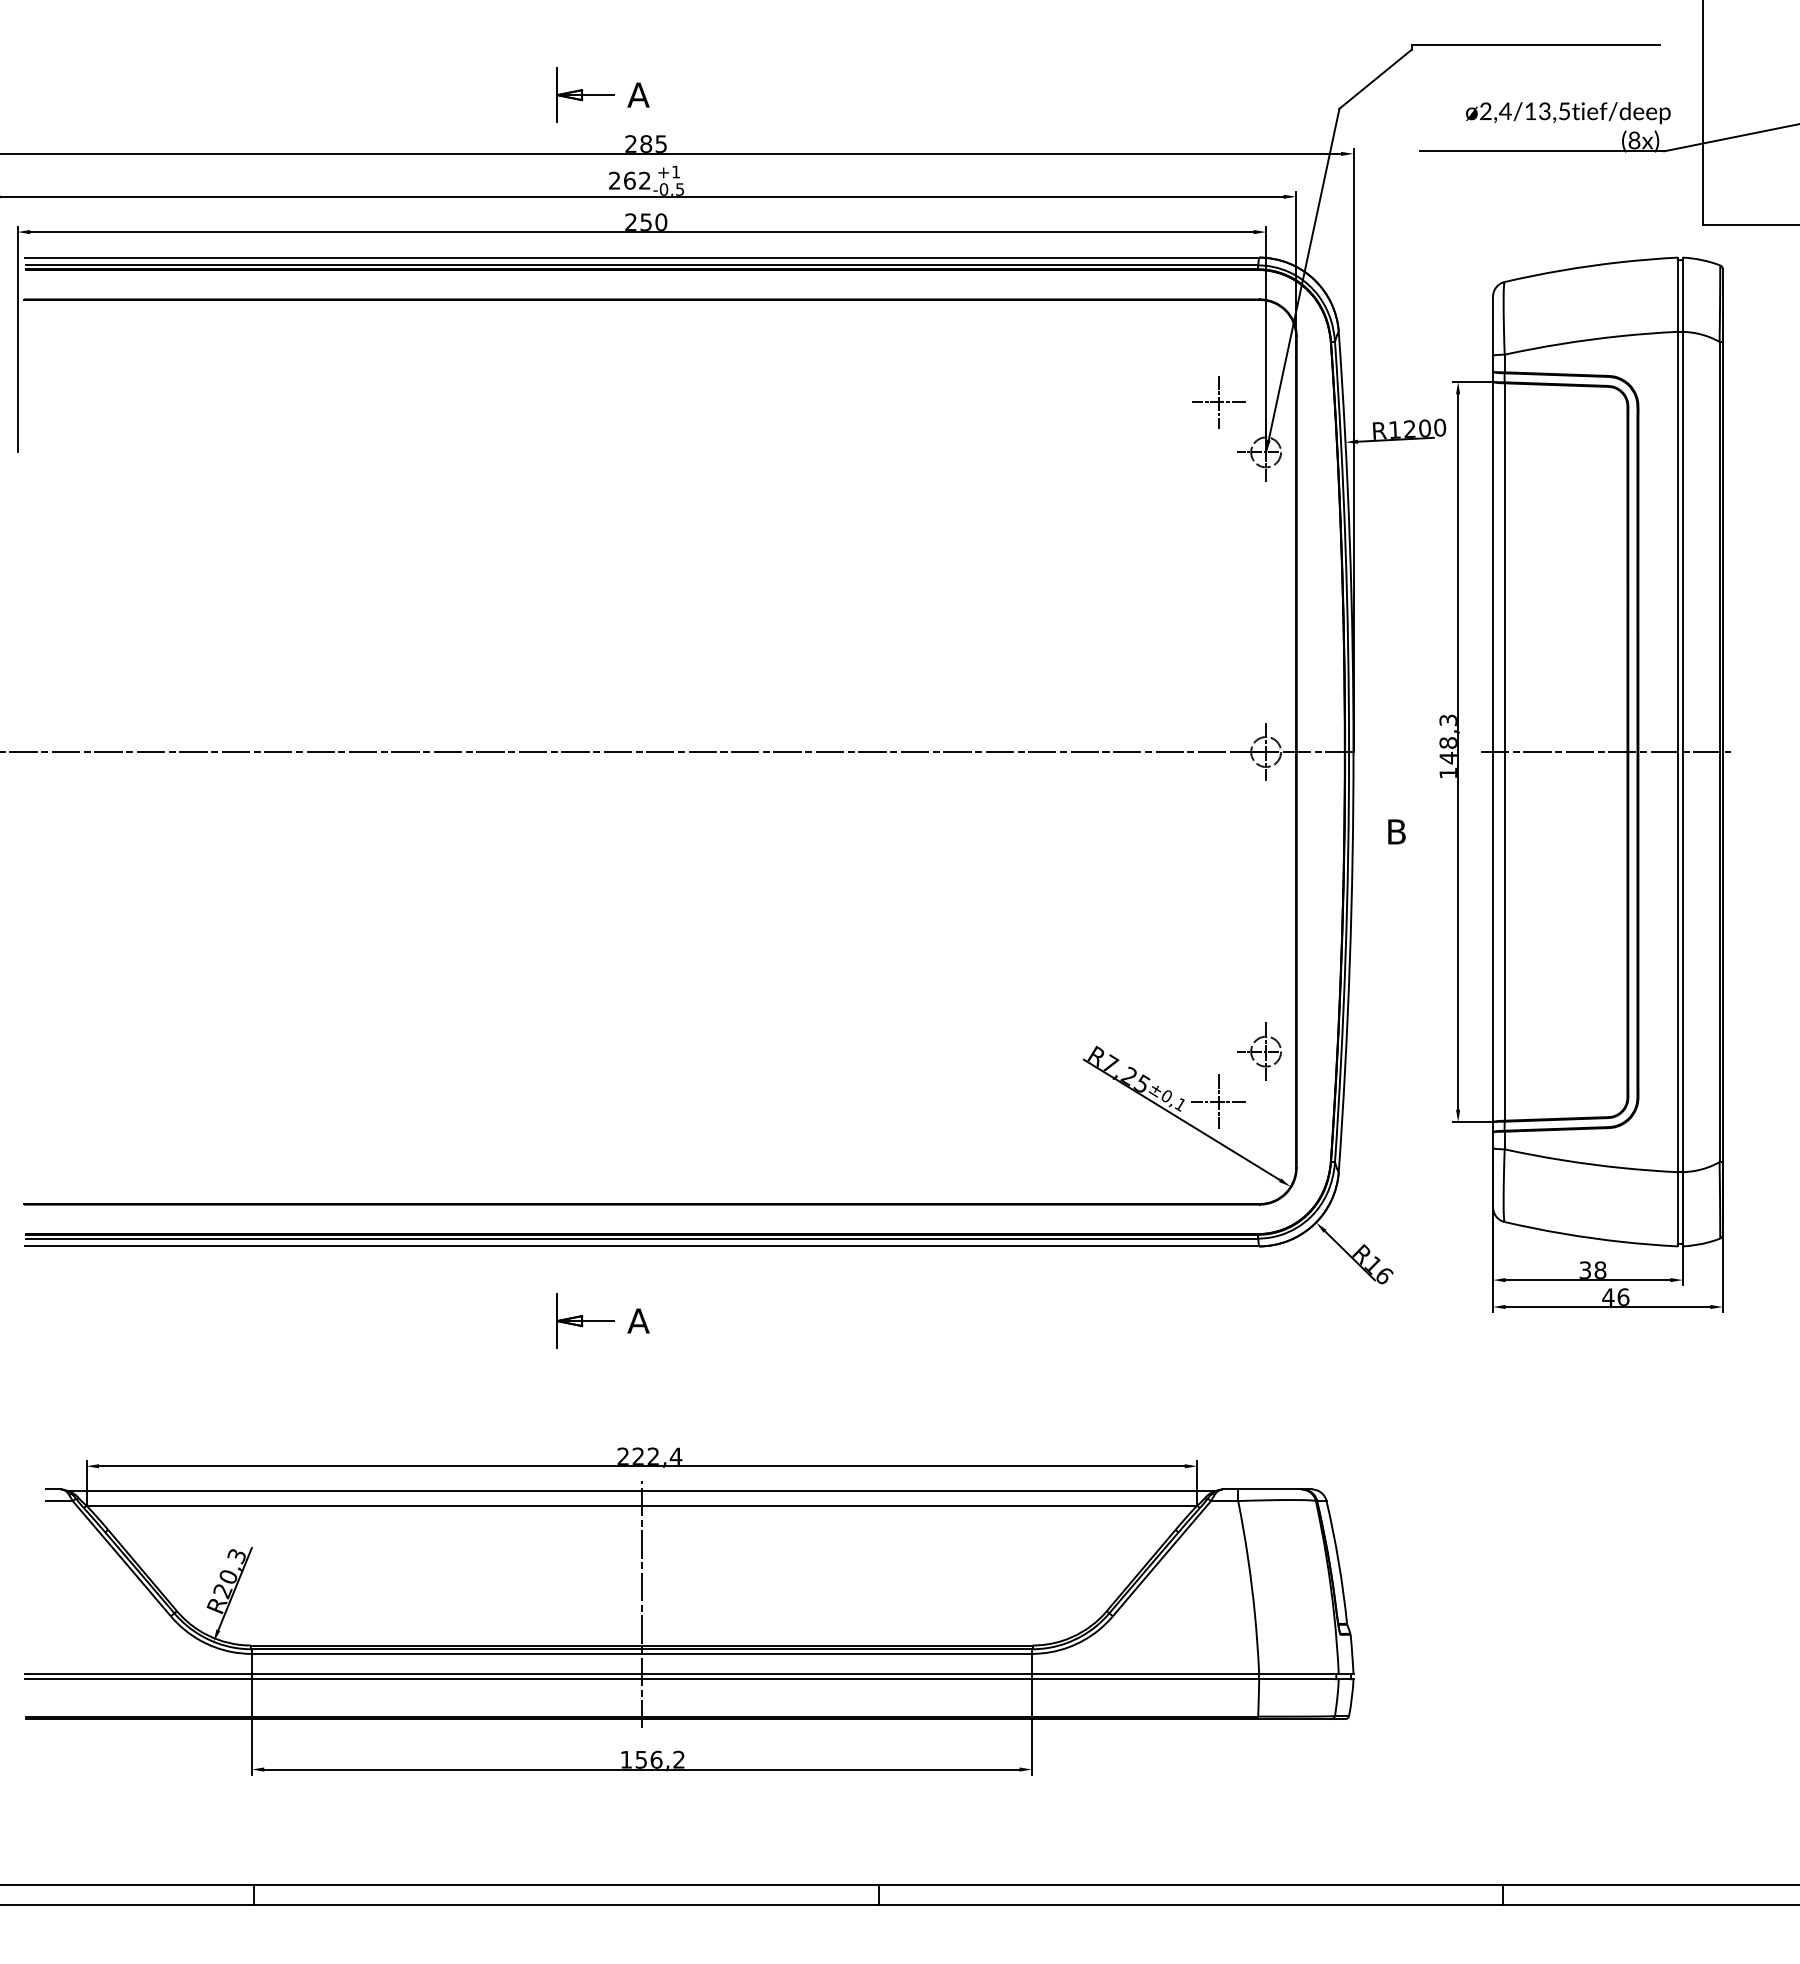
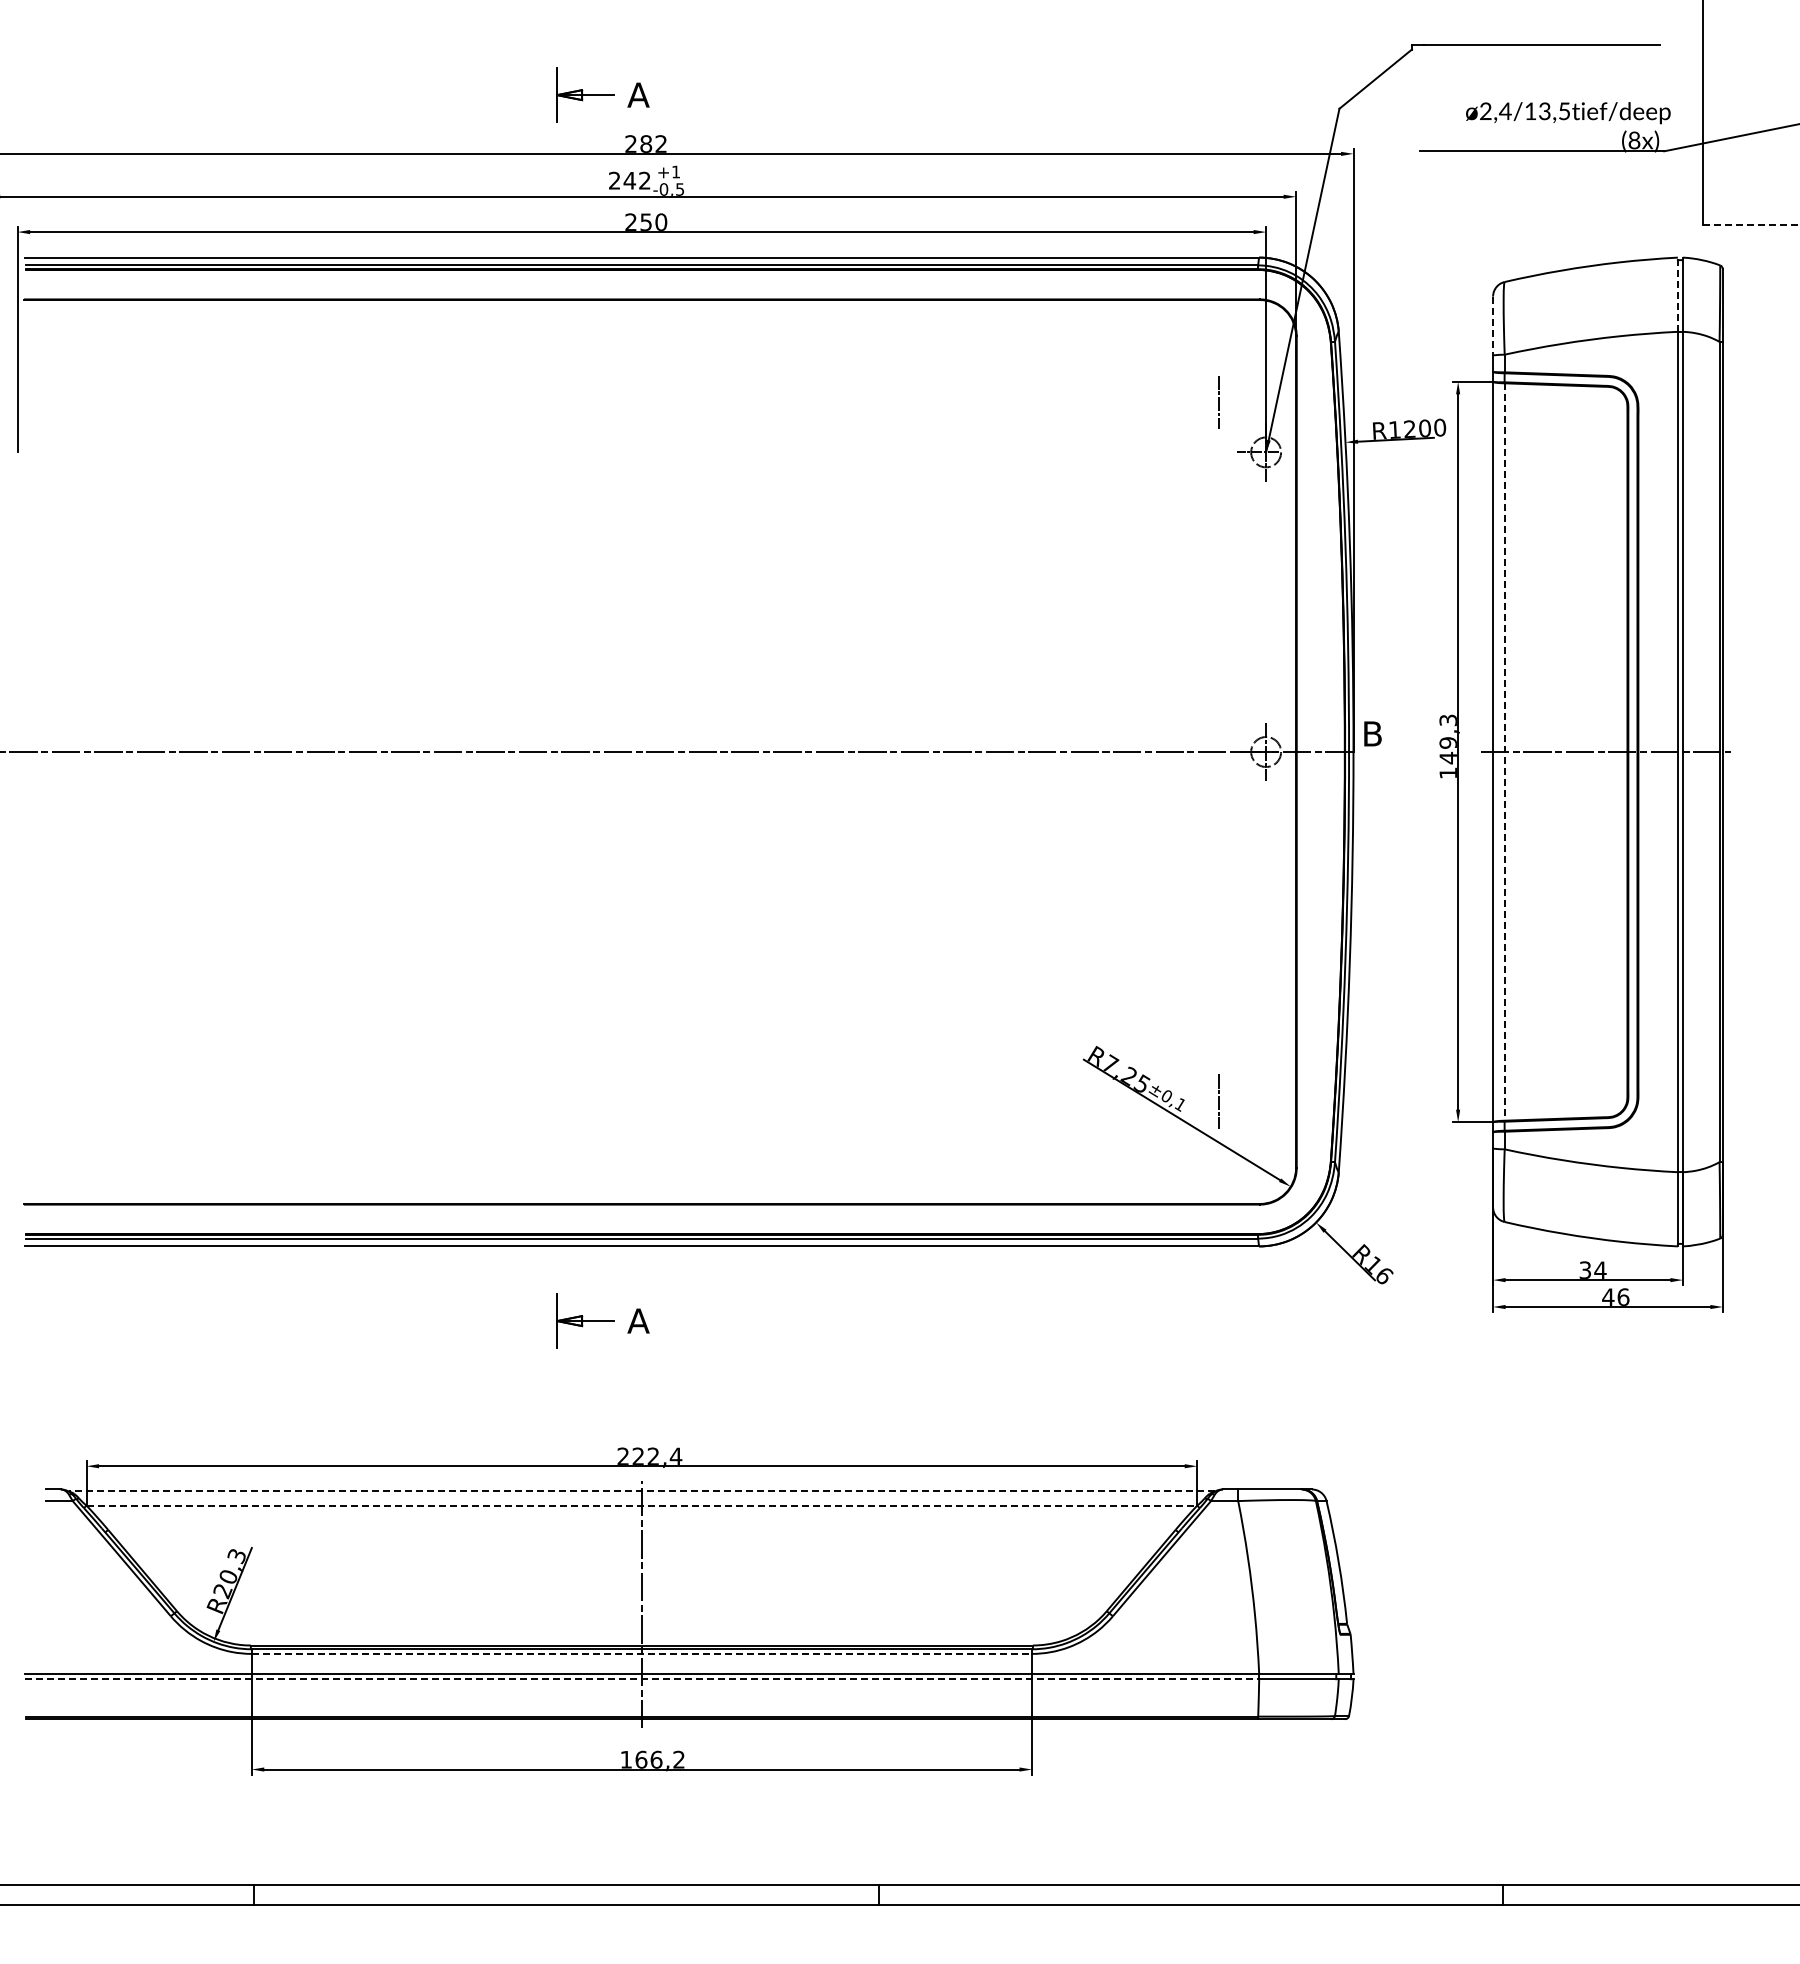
text at (660, 143): 285 -> 282
text at (629, 180): 262 -> 242
line at (1751, 224): solid -> dashed
line at (1677, 294): solid -> dashed
line at (1493, 326): solid -> dashed
line at (1218, 402): present -> none
text at (1447, 742): 148,3 -> 149,3
line at (1504, 752): solid -> dashed
text at (1396, 831) position: (1396, 831) -> (1372, 733)
part at (1259, 1051): present -> none
line at (1218, 1101): present -> none
text at (1600, 1269): 38 -> 34
line at (641, 1491): solid -> dashed
line at (642, 1505): solid -> dashed
line at (642, 1653): solid -> dashed
line at (642, 1679): solid -> dashed
text at (641, 1759): 156,2 -> 166,2
